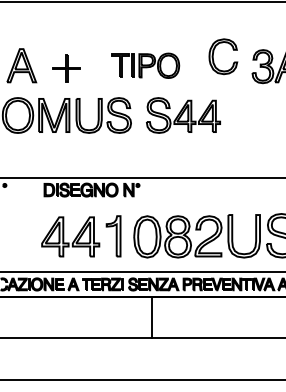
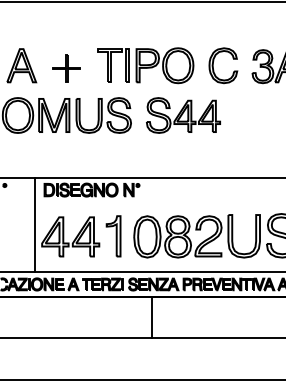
part at (214, 52) position: (214, 52) -> (214, 61)
part at (145, 65) size: 70x27 px -> 98x38 px
line at (34, 224): none -> present
